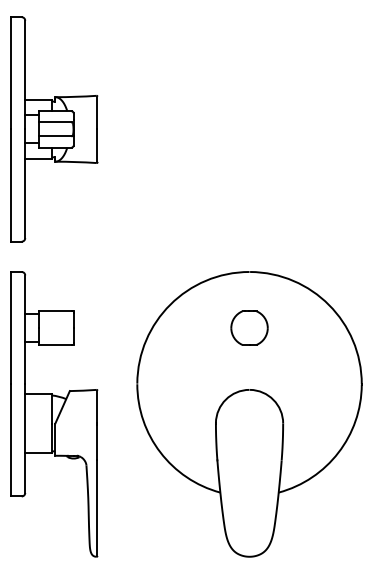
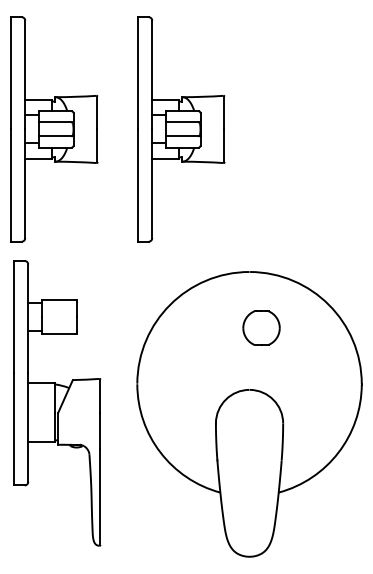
part at (181, 129): none -> present
part at (249, 327) position: (249, 327) -> (261, 327)
part at (54, 414) position: (54, 414) -> (57, 403)
